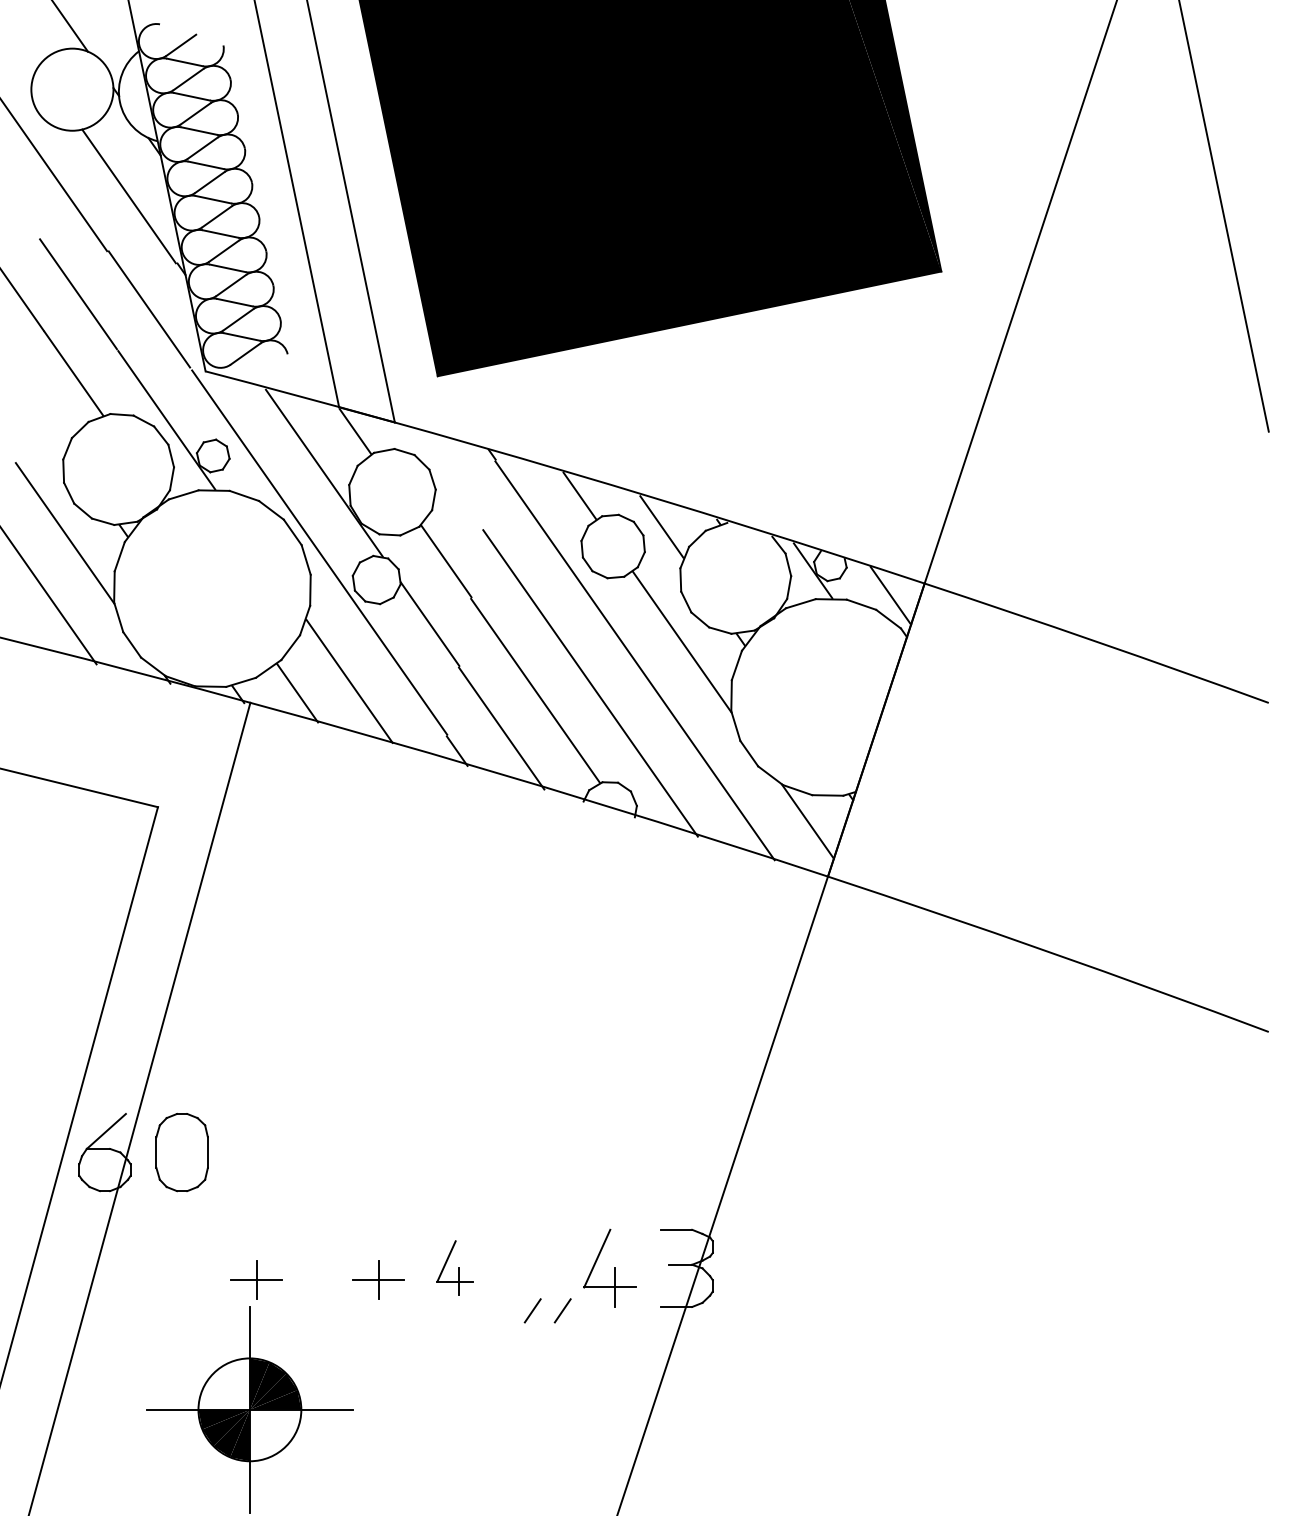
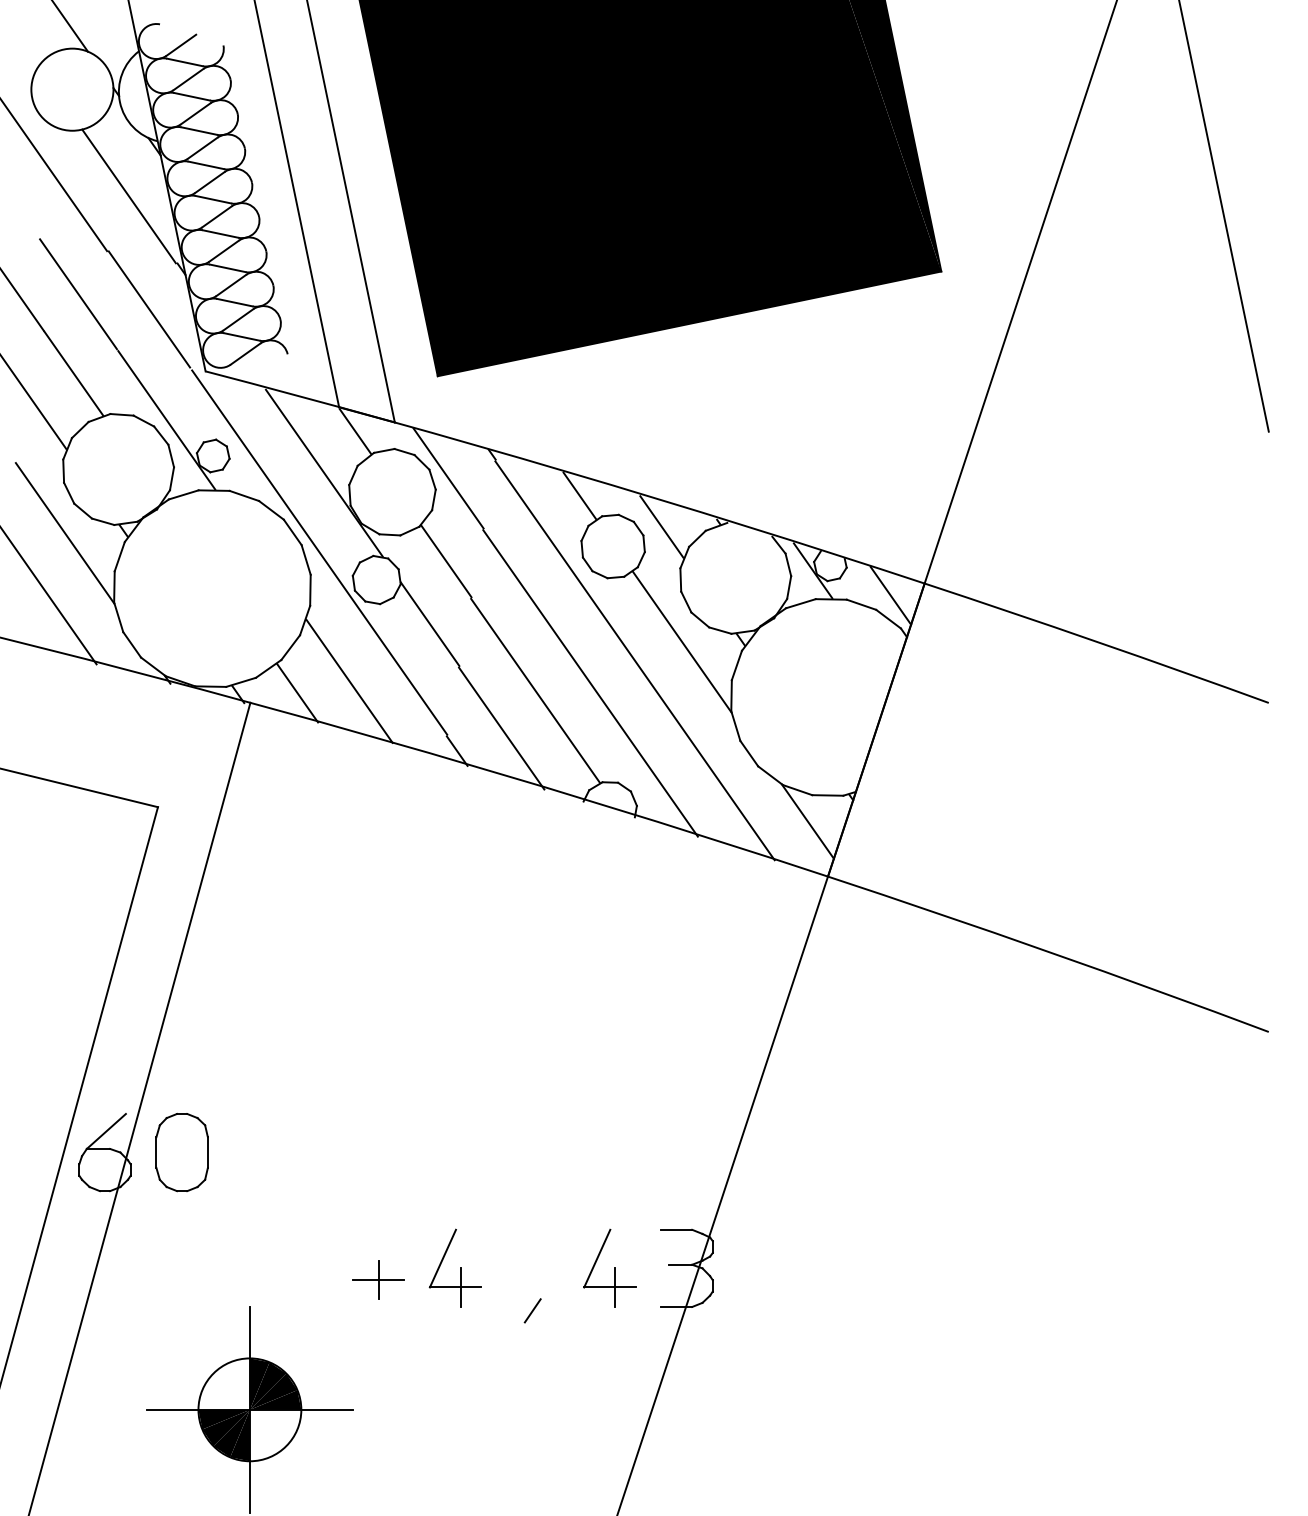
line at (34, 402): none -> present
line at (448, 478): none -> present
part at (454, 1267) size: 38x56 px -> 54x80 px
part at (256, 1279): present -> none
line at (562, 1310): present -> none
